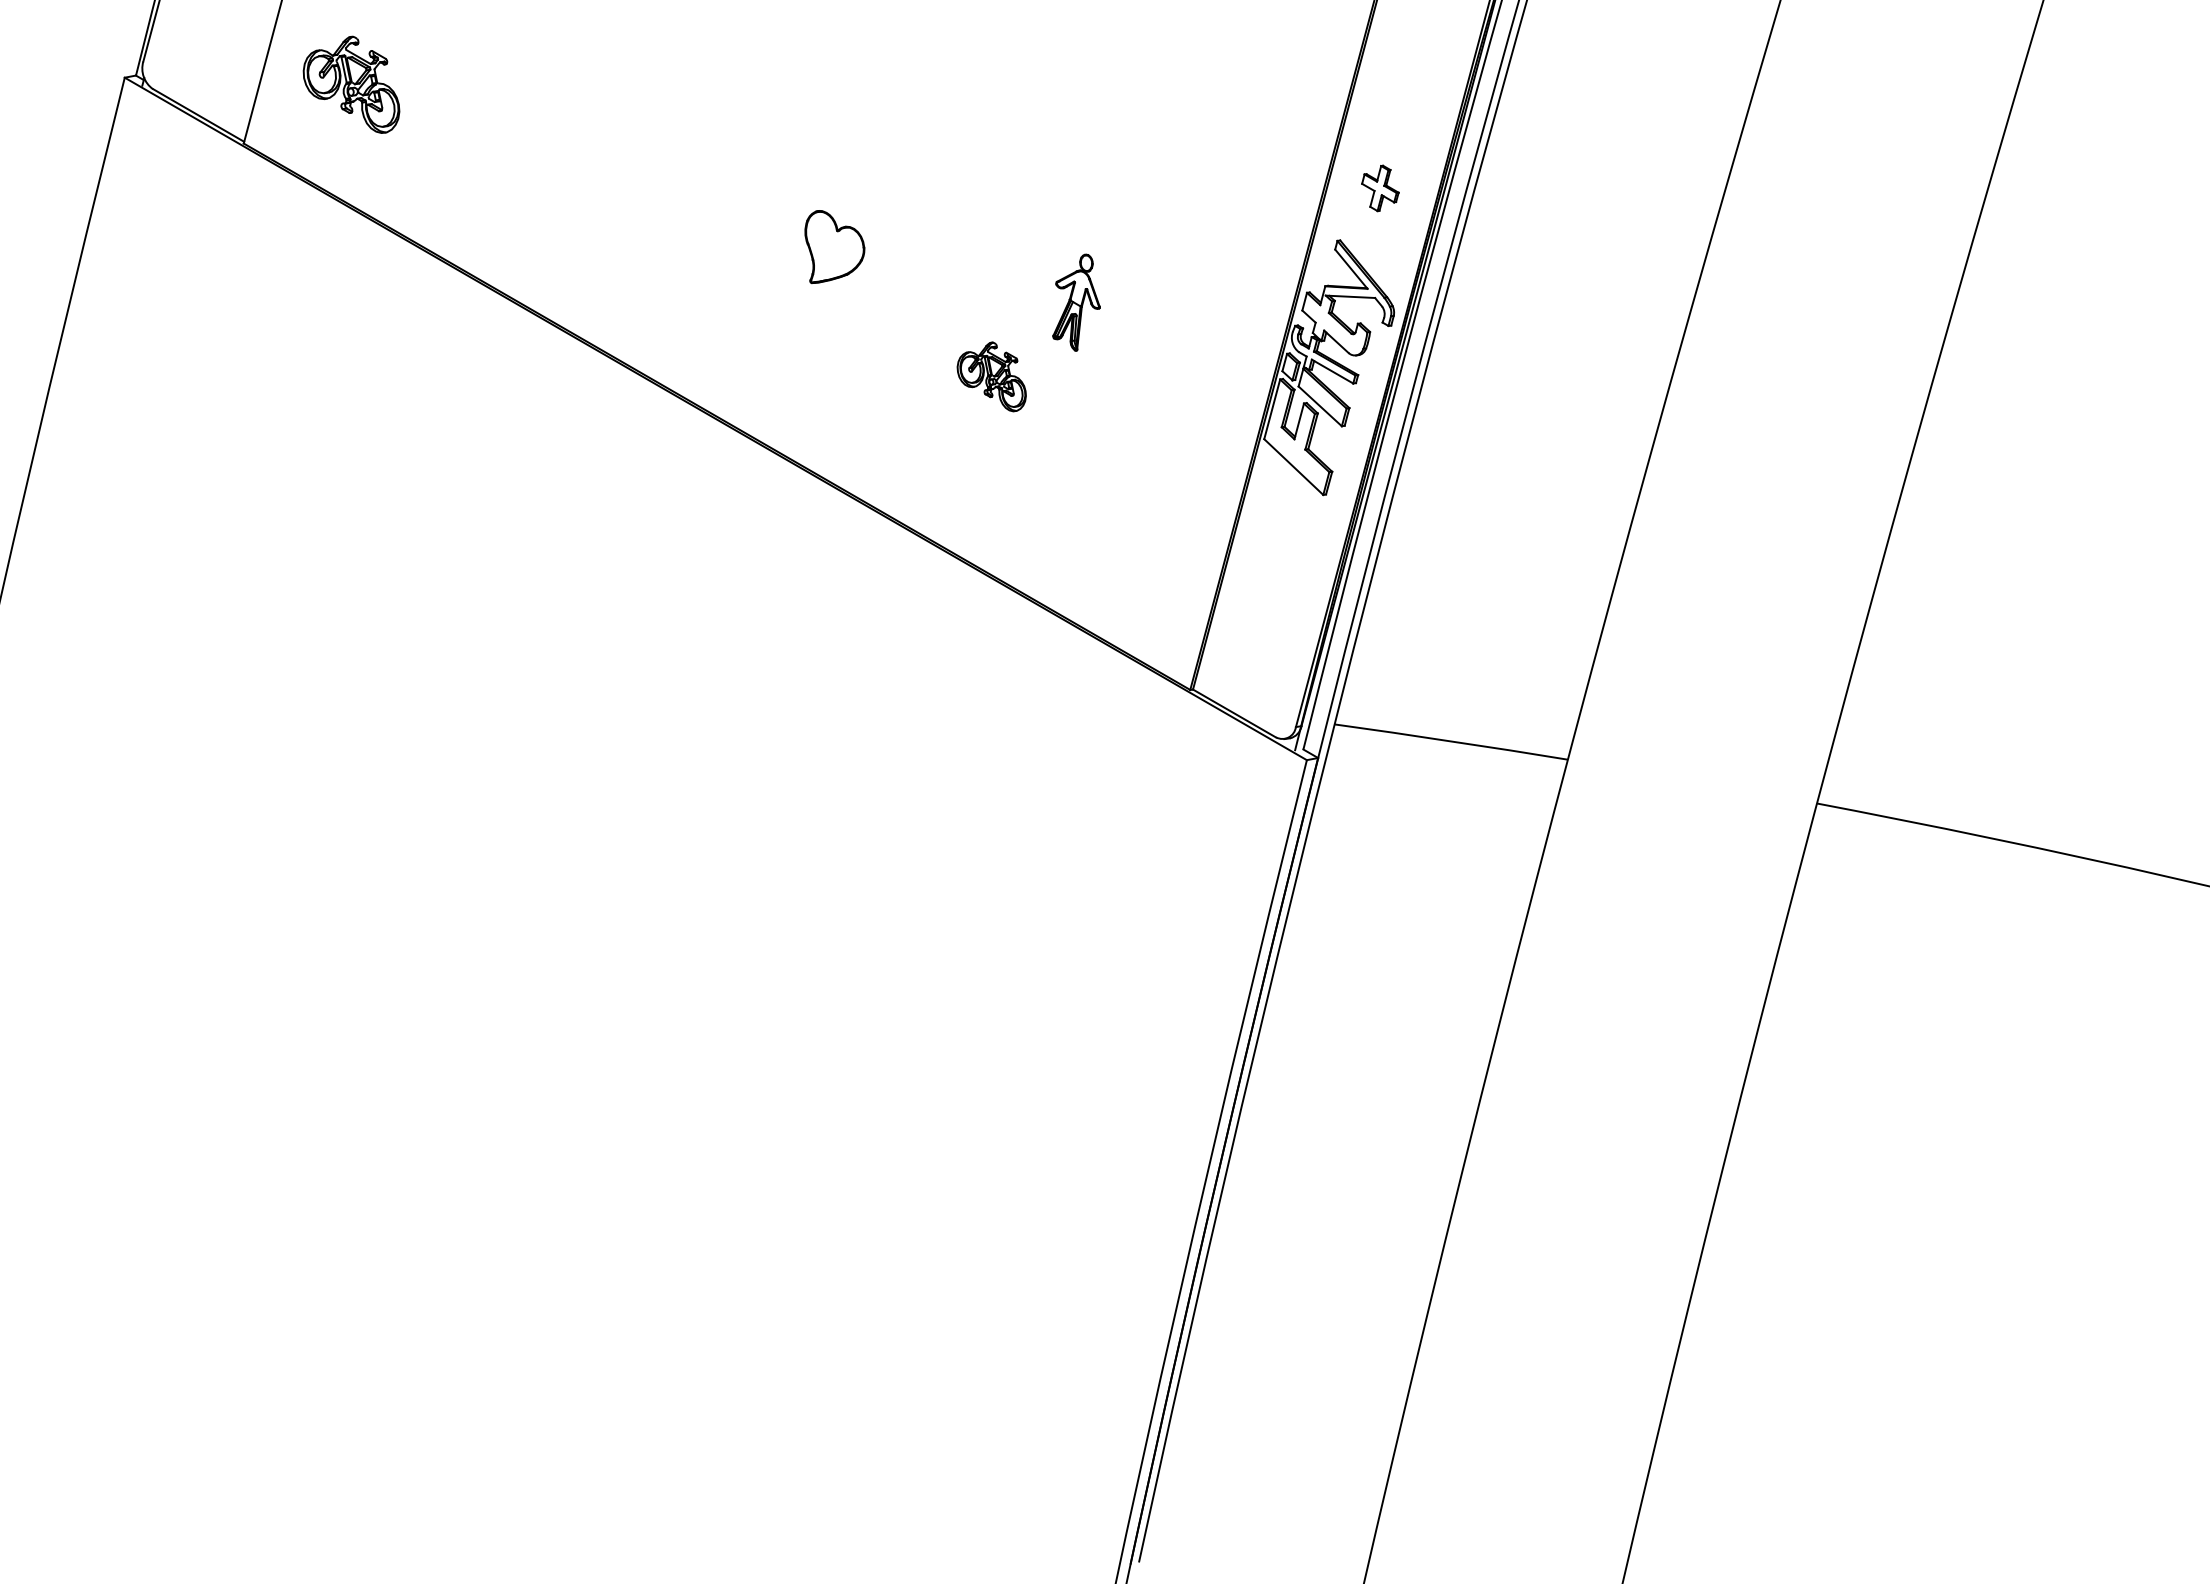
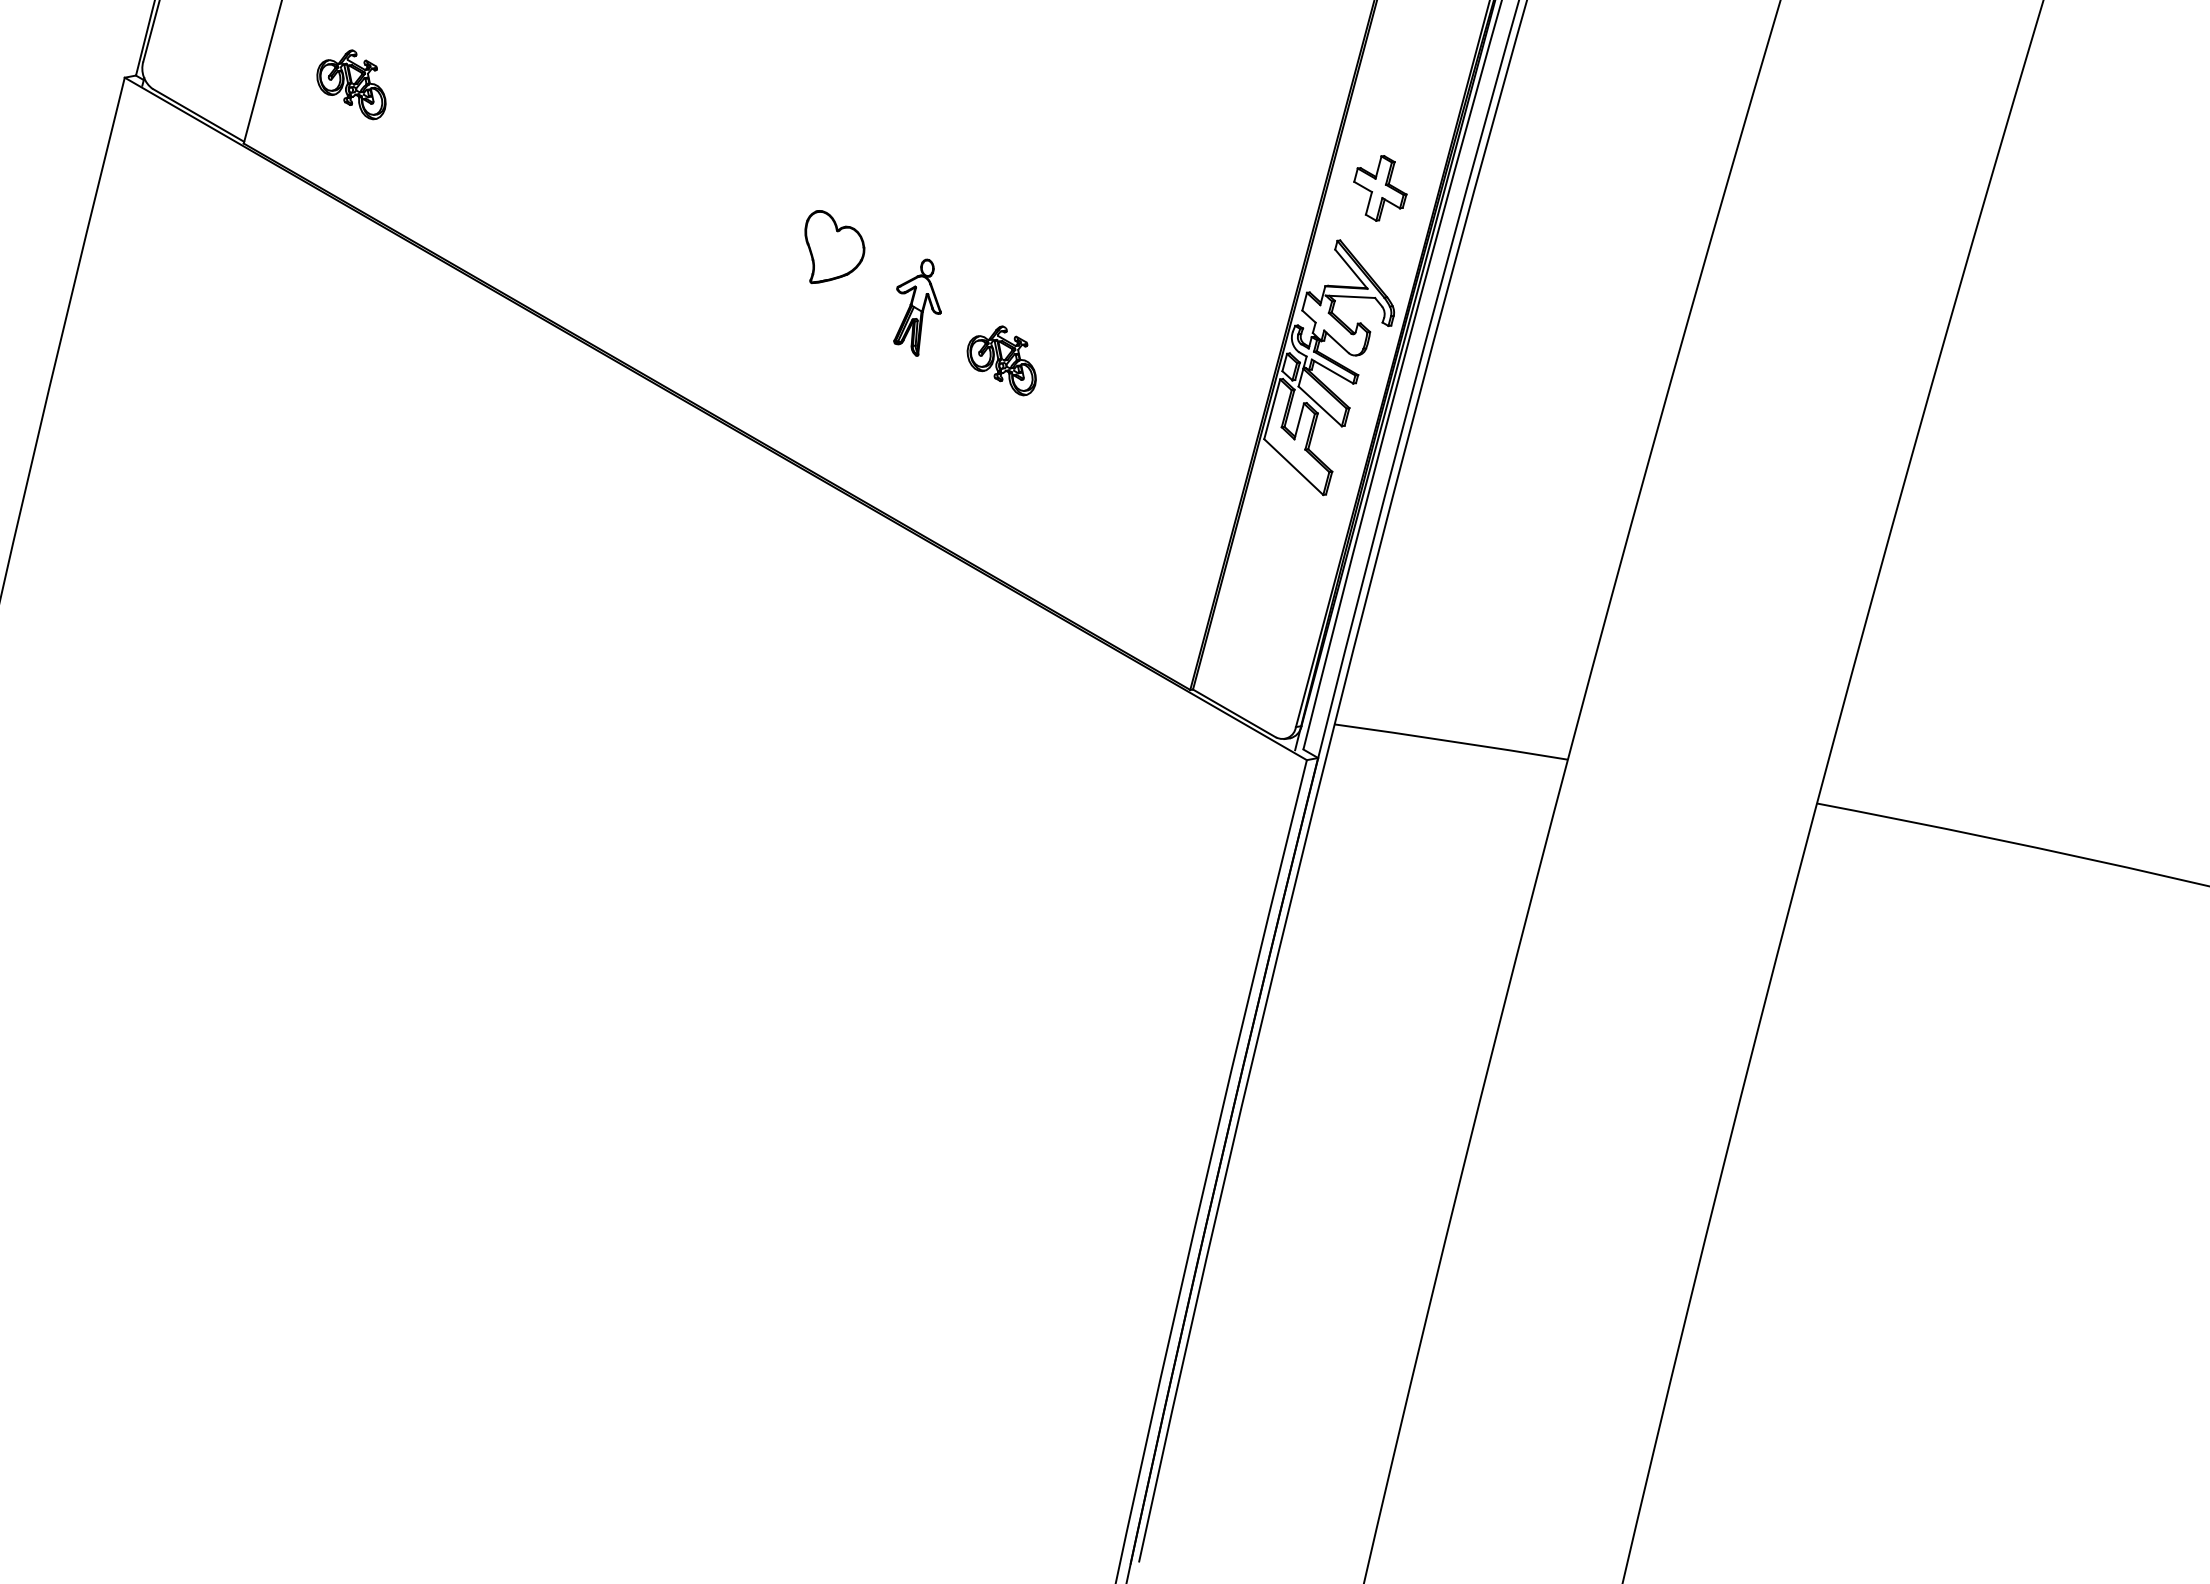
part at (351, 84) size: 99x99 px -> 71x72 px
part at (1380, 188) size: 39x49 px -> 55x67 px
part at (1076, 302) position: (1076, 302) -> (917, 307)
part at (991, 376) position: (991, 376) -> (1001, 360)
